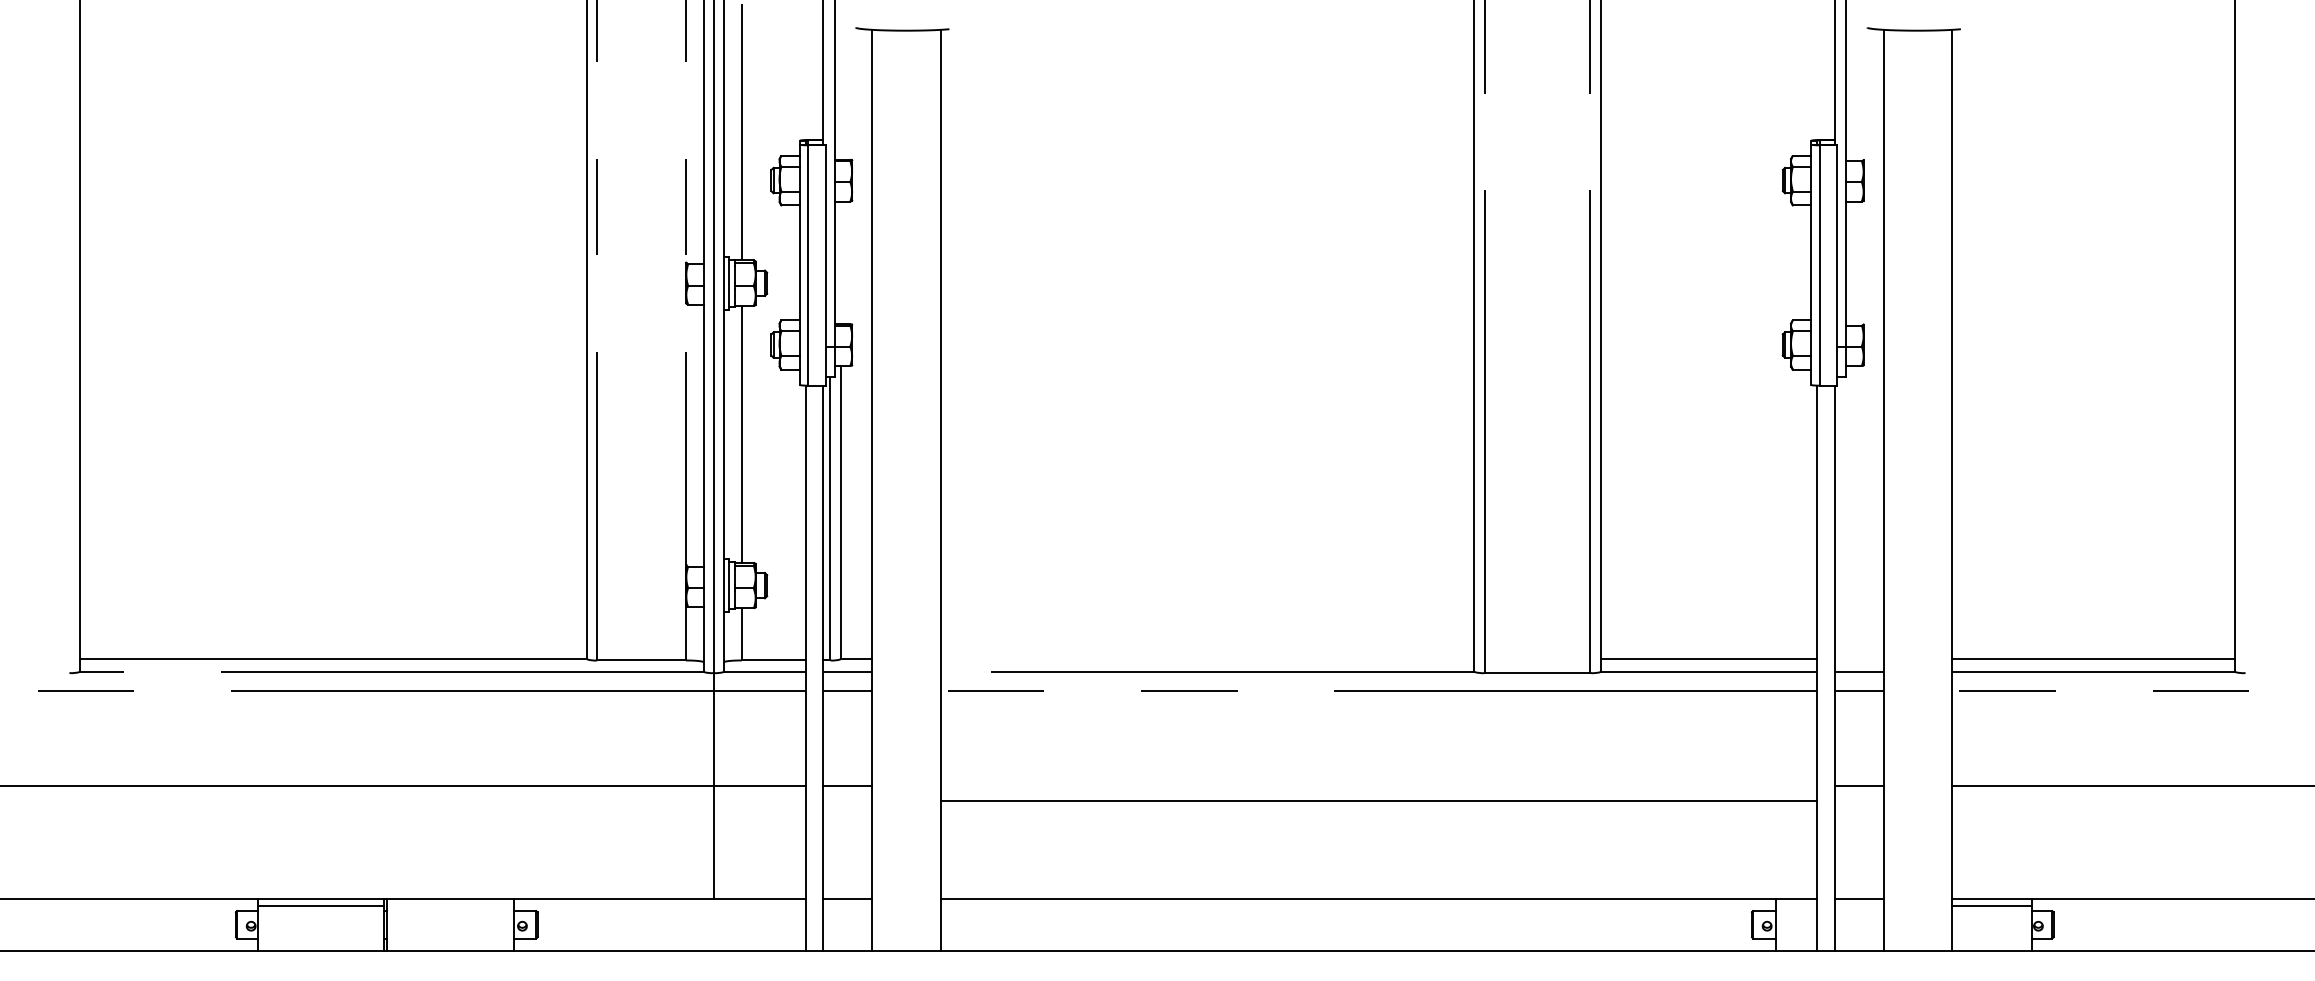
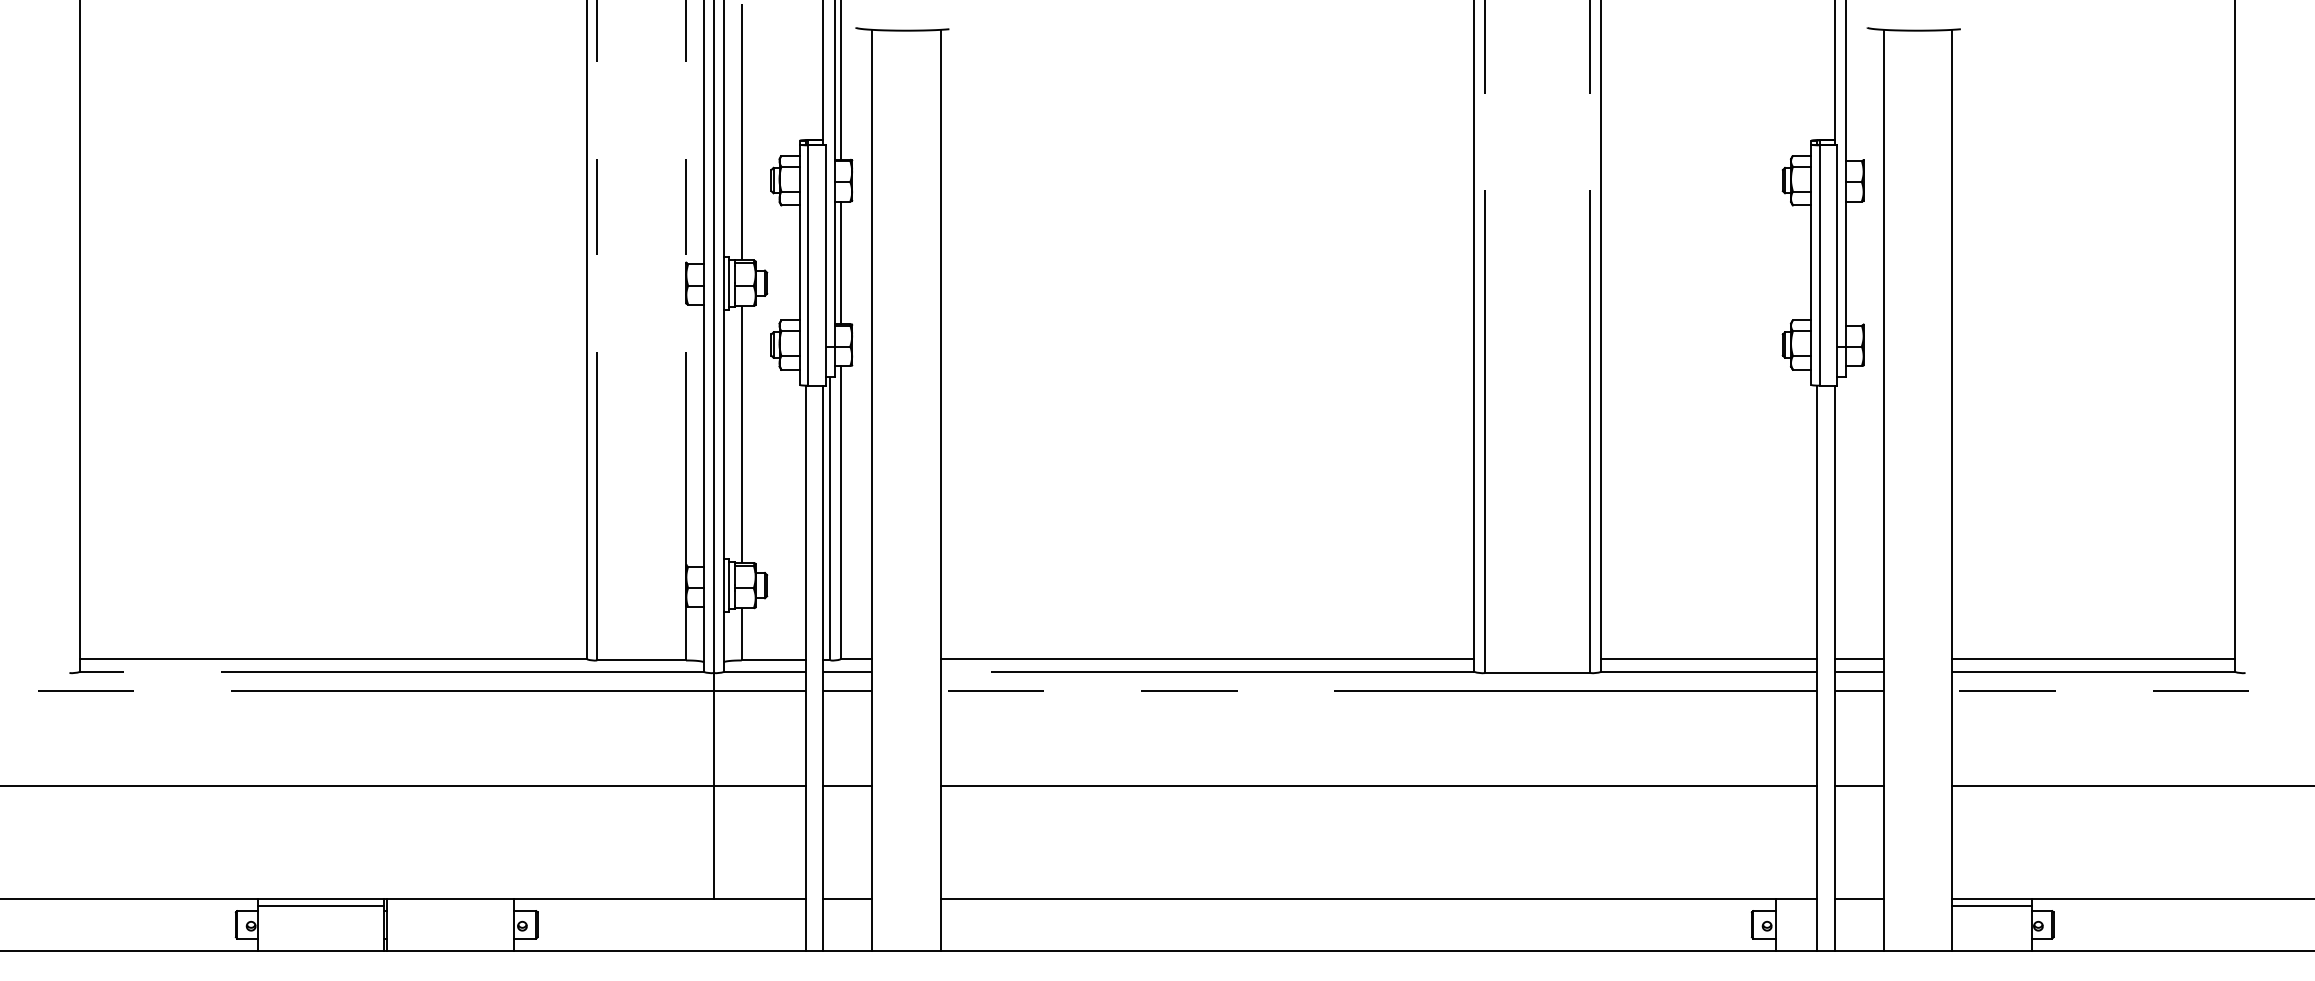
line at (840, 80): none -> present
line at (840, 262): none -> present
line at (1207, 659): none -> present
line at (1858, 659): none -> present
line at (1378, 800) position: (1378, 800) -> (1378, 785)
